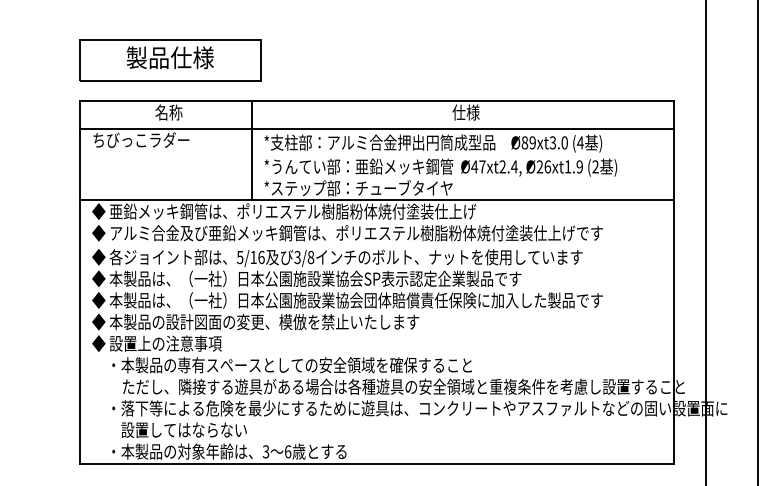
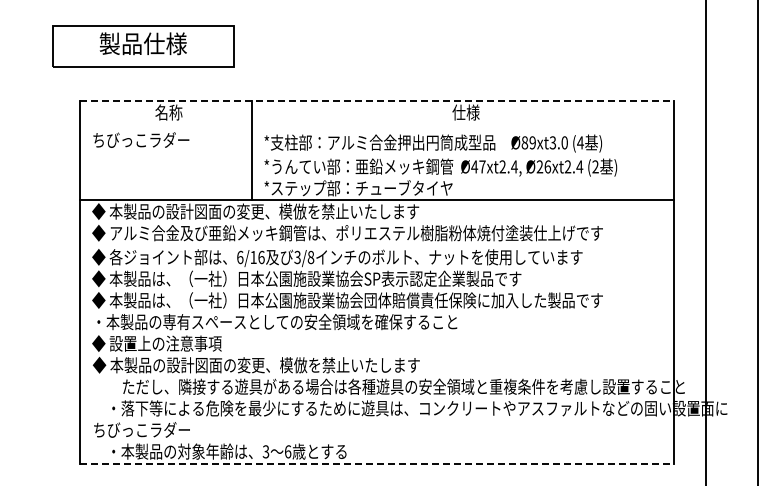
part at (170, 60) position: (170, 60) -> (143, 46)
line at (377, 101): solid -> dashed
line at (376, 128): present -> none
text at (573, 166): Ø26xt1.9 -> Ø26xt2.4
text at (292, 211): ◆ 亜鉛メッキ鋼管は、ポリエステル樹脂粉体焼付塗装仕上げ -> ◆ 本製品の設計図面の変更、模倣を禁止いたします
text at (240, 257): 5/16 -> 6/16
text at (274, 321): ◆ 本製品の設計図面の変更、模倣を禁止いたします -> ・本製品の専有スペースとしての安全領域を確保すること
text at (281, 364): ・本製品の専有スペースとしての安全領域を確保すること -> ◆ 本製品の設計図面の変更、模倣を禁止いたします
text at (170, 430): 設置してはならない -> ちびっこラダー
line at (377, 463): solid -> dashed
